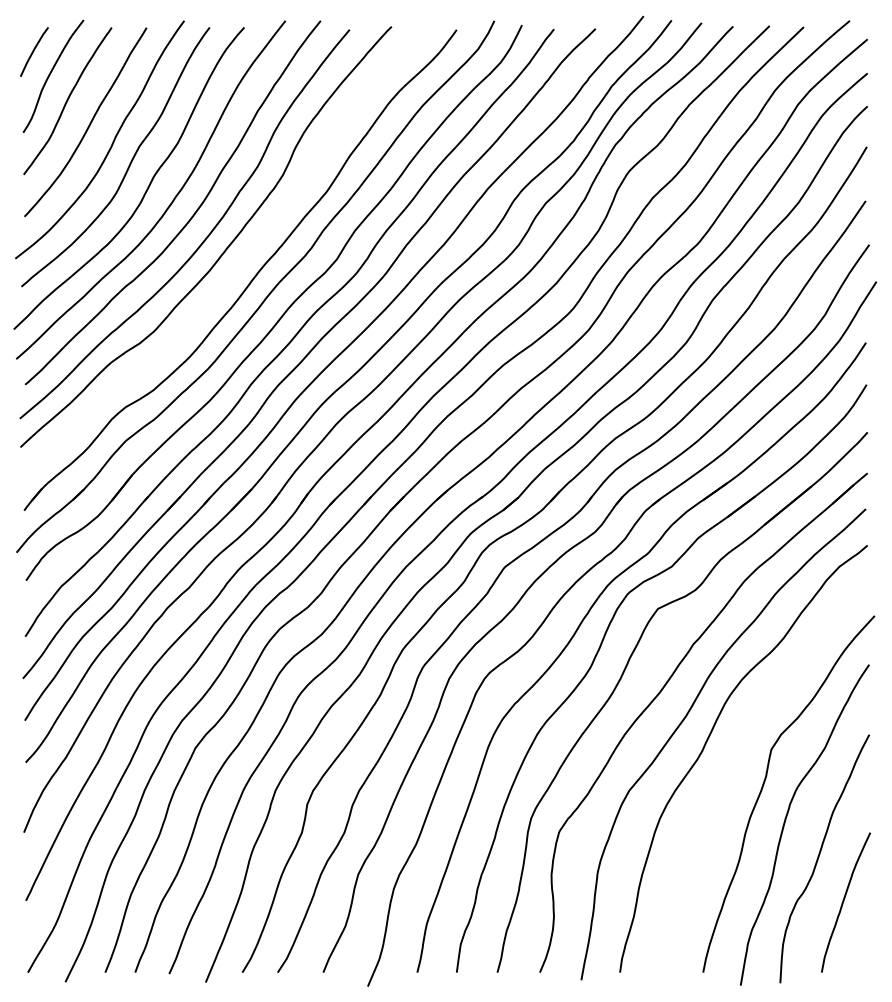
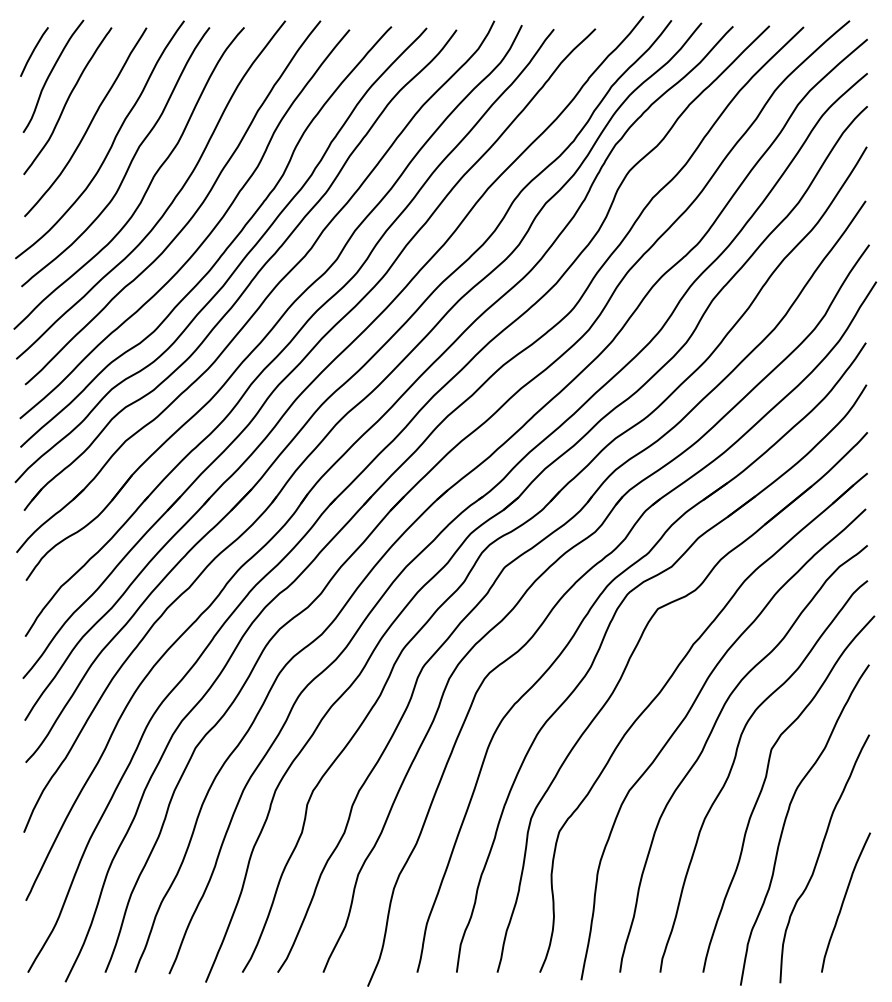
curve at (236, 266): none -> present
curve at (733, 766): none -> present
